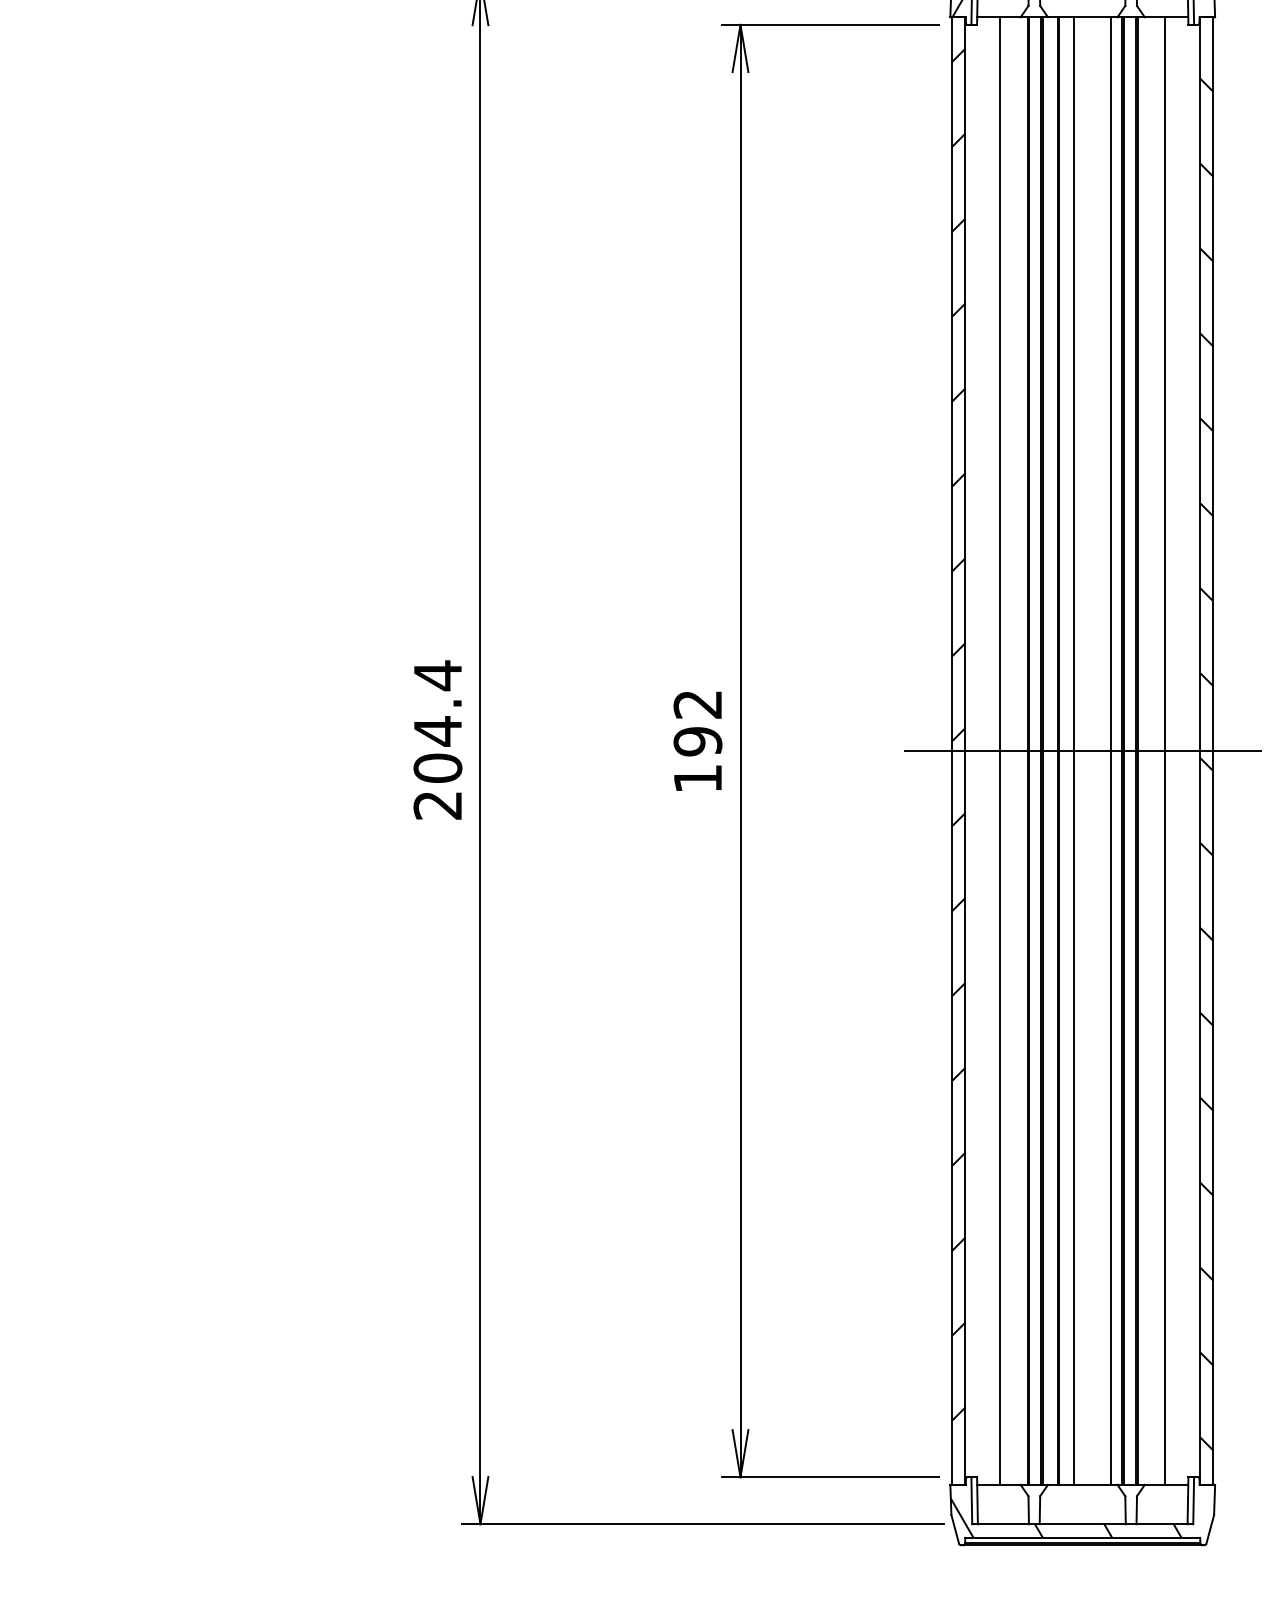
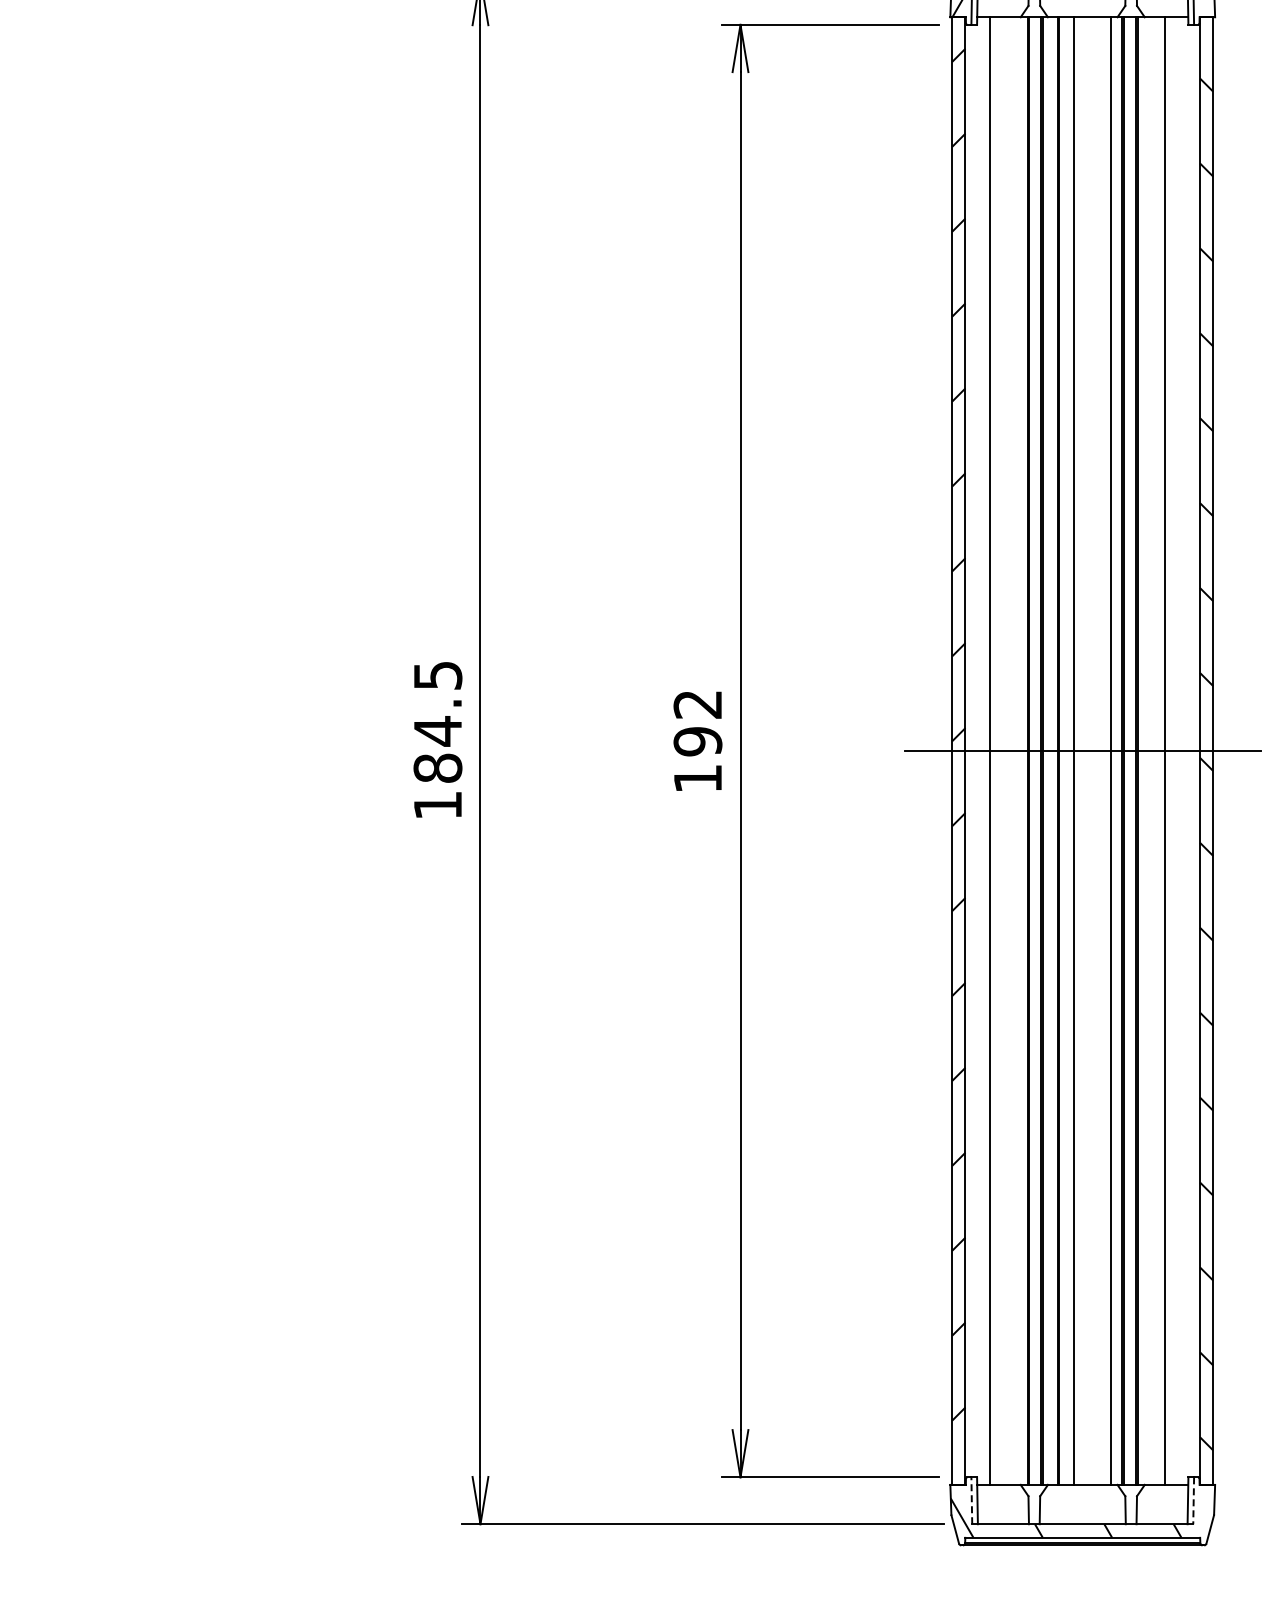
text at (437, 739): 204.4 -> 184.5
line at (1000, 750) position: (1000, 750) -> (990, 750)
line at (971, 1500): solid -> dashed
line at (1193, 1501): solid -> dashed
